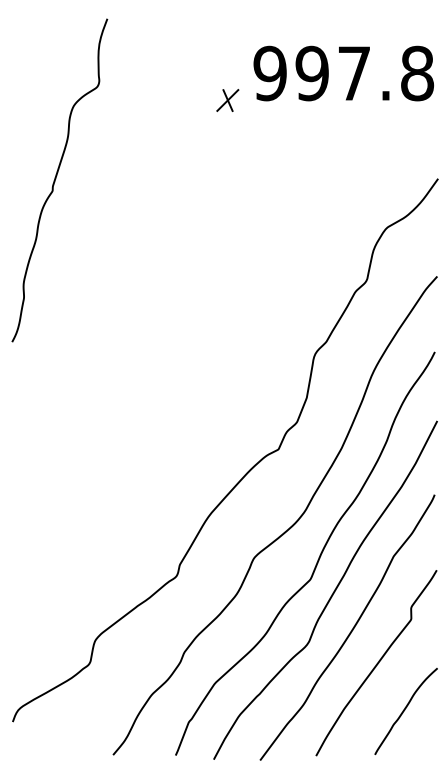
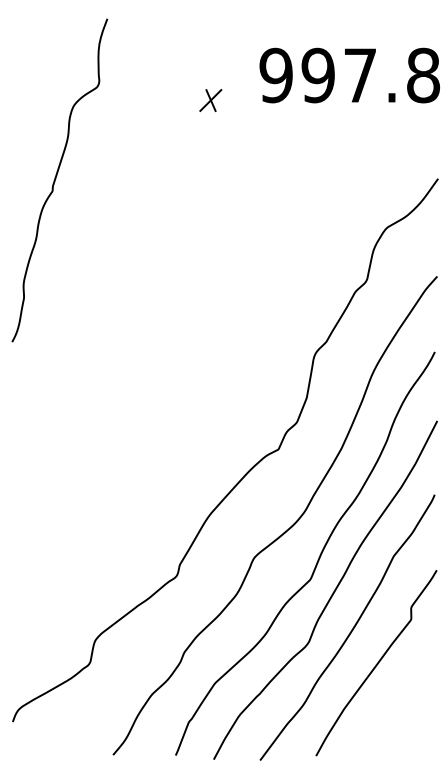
text at (343, 73) position: (343, 73) -> (349, 75)
part at (227, 100) position: (227, 100) -> (210, 100)
curve at (405, 710): present -> none
